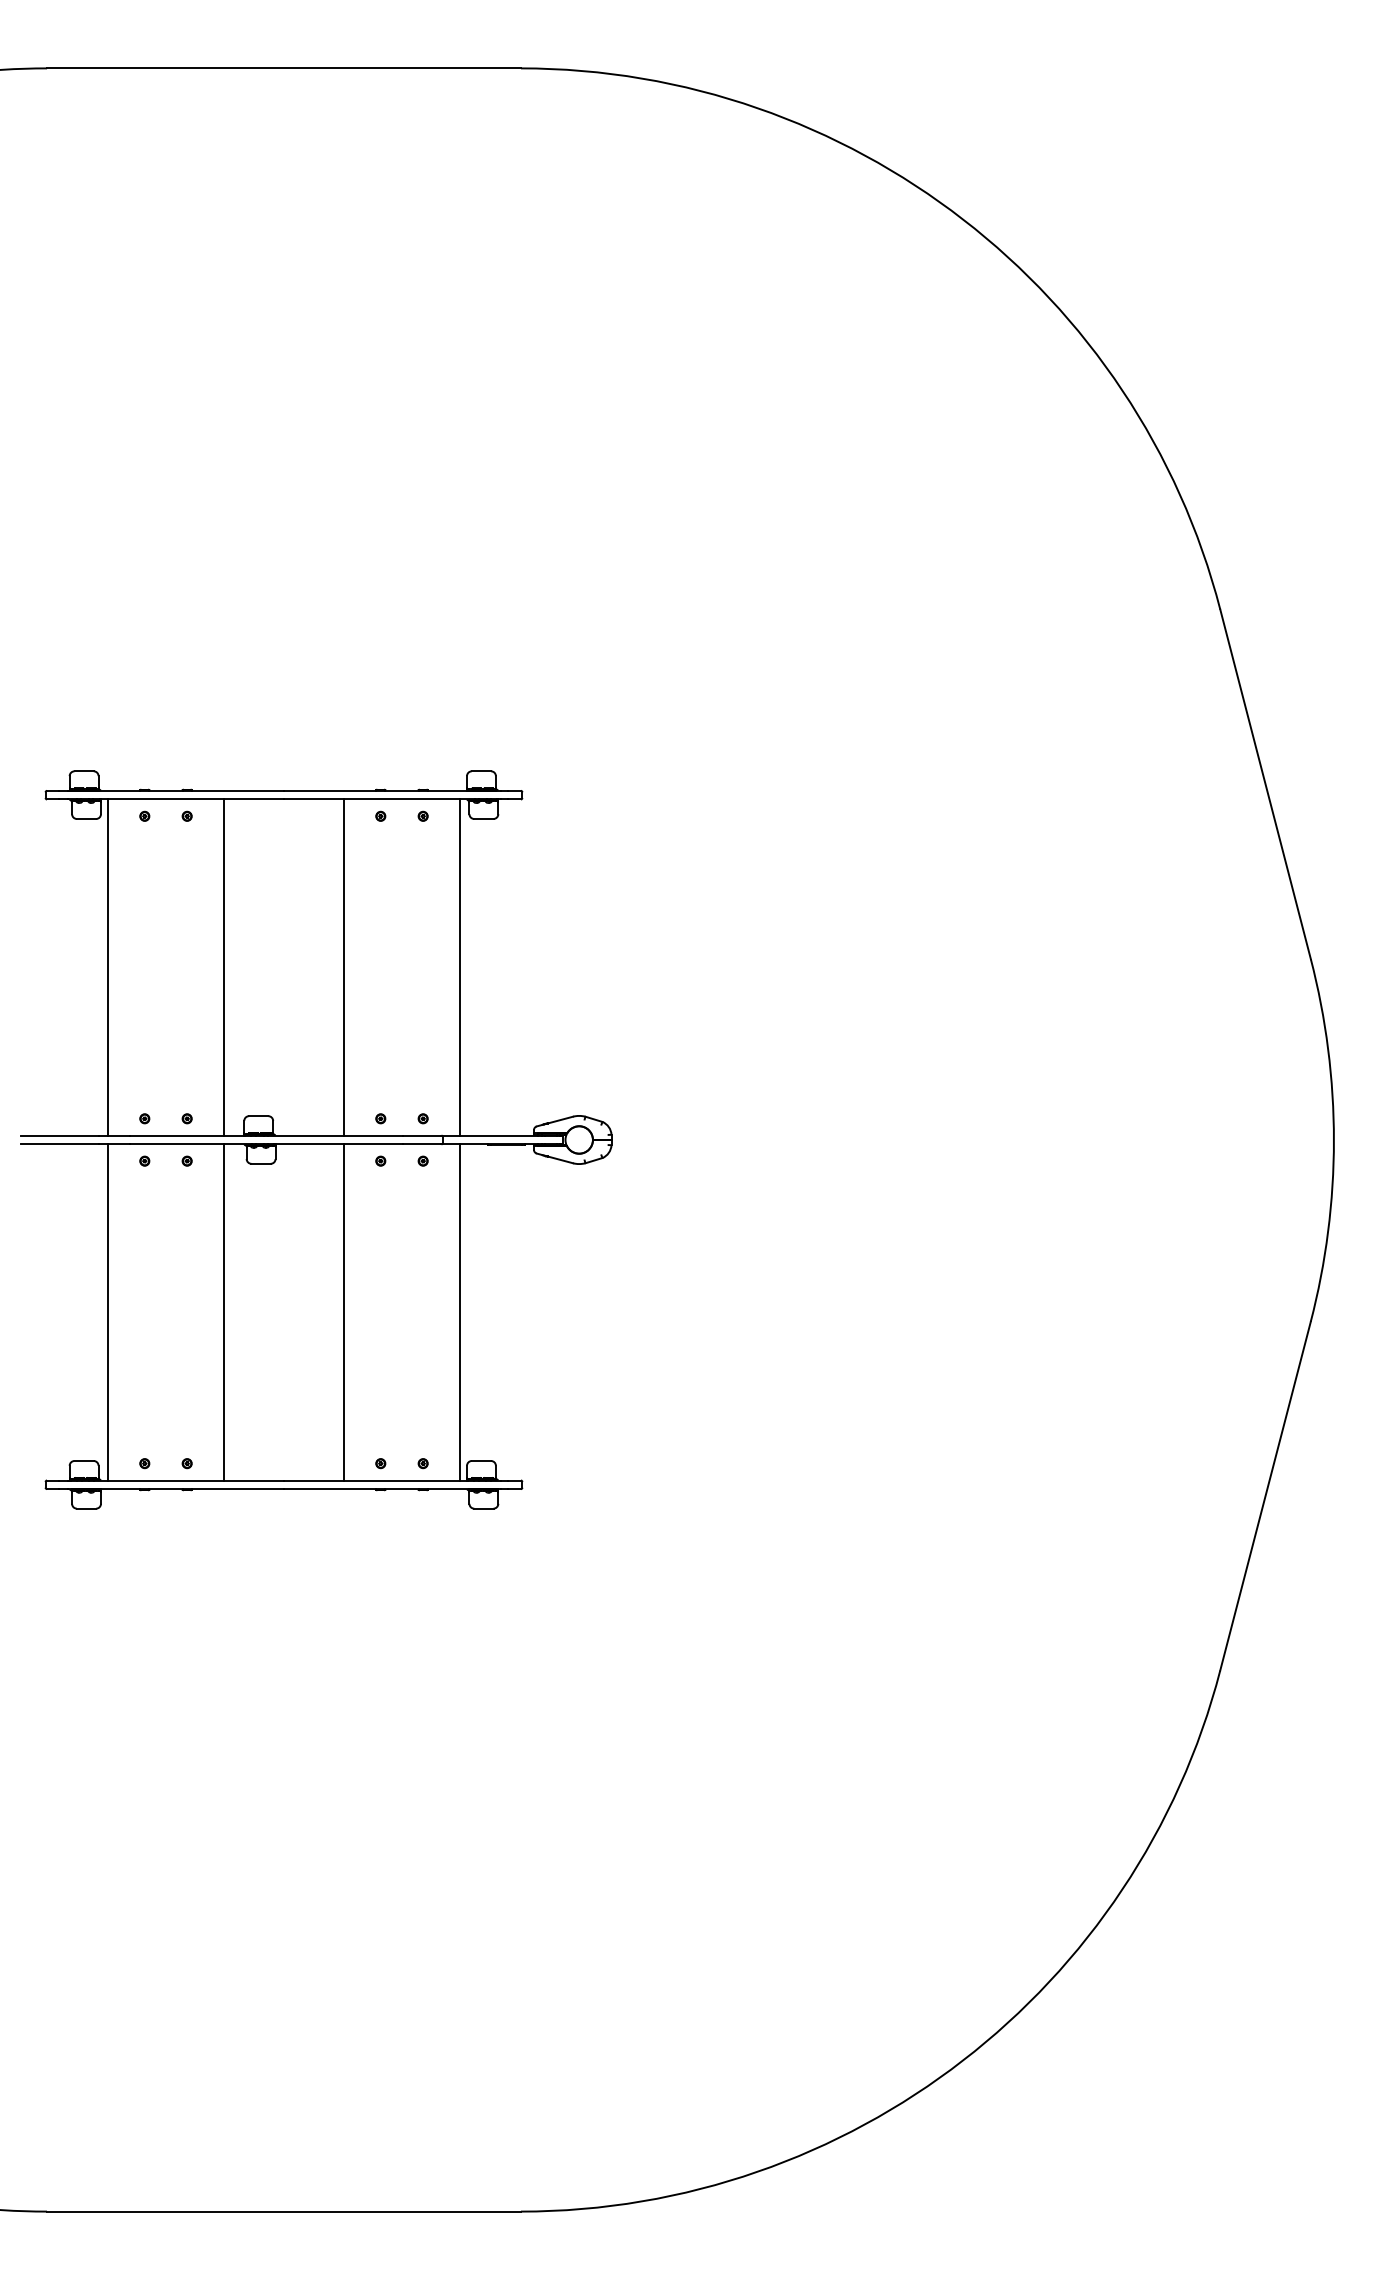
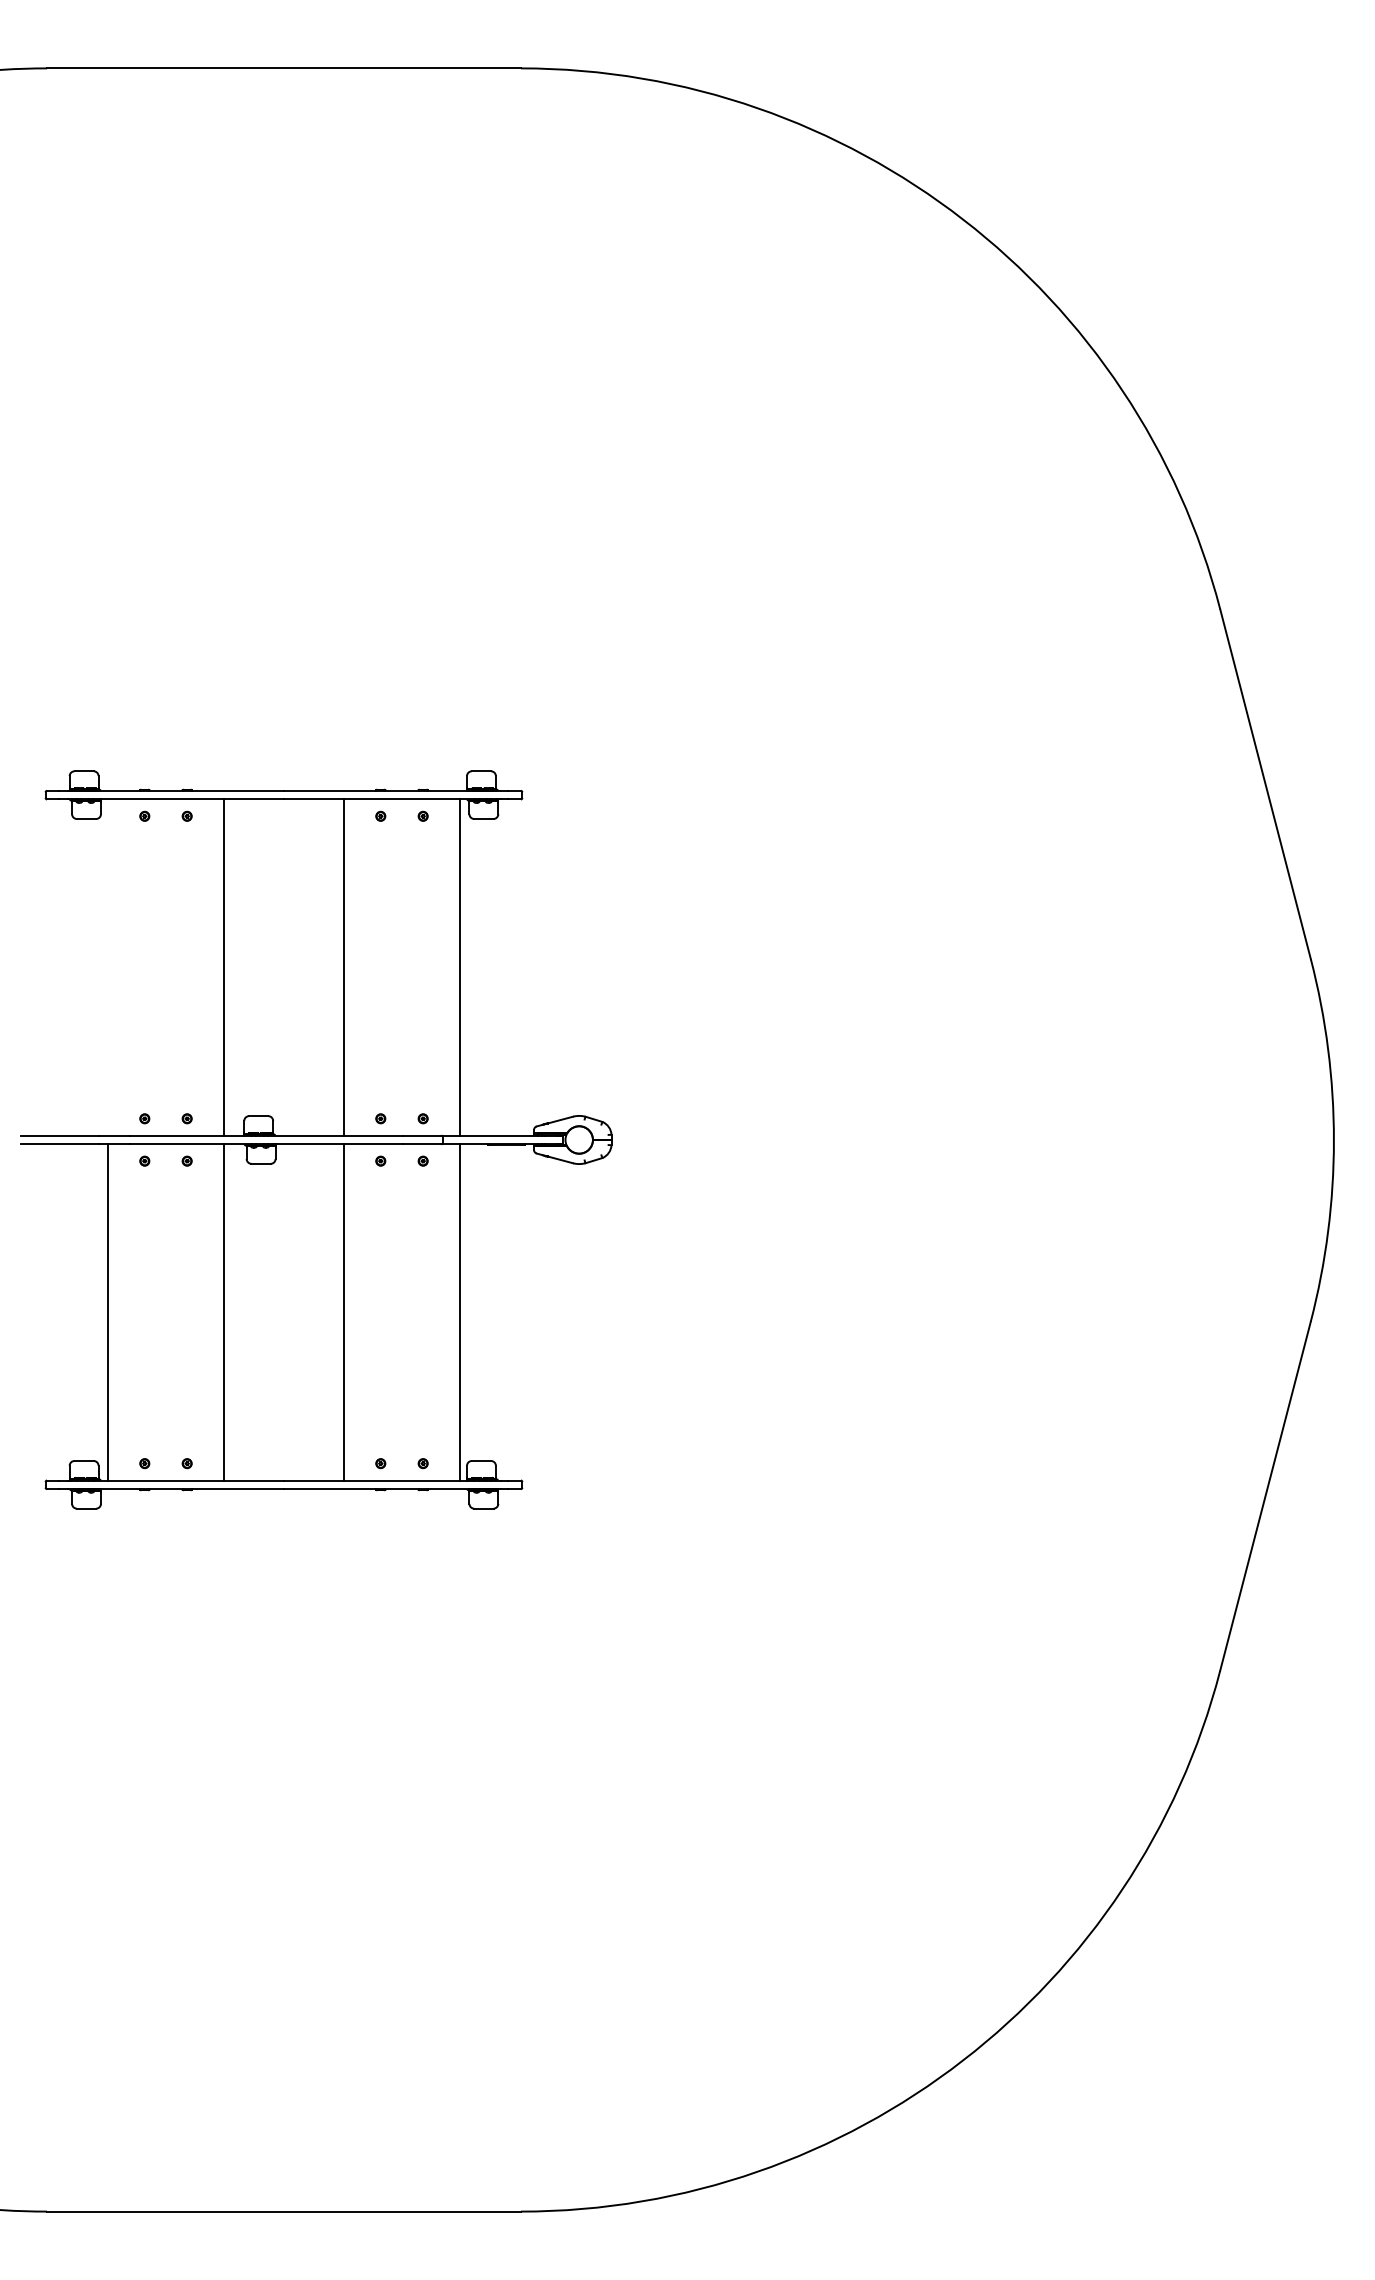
line at (108, 967): present -> none
